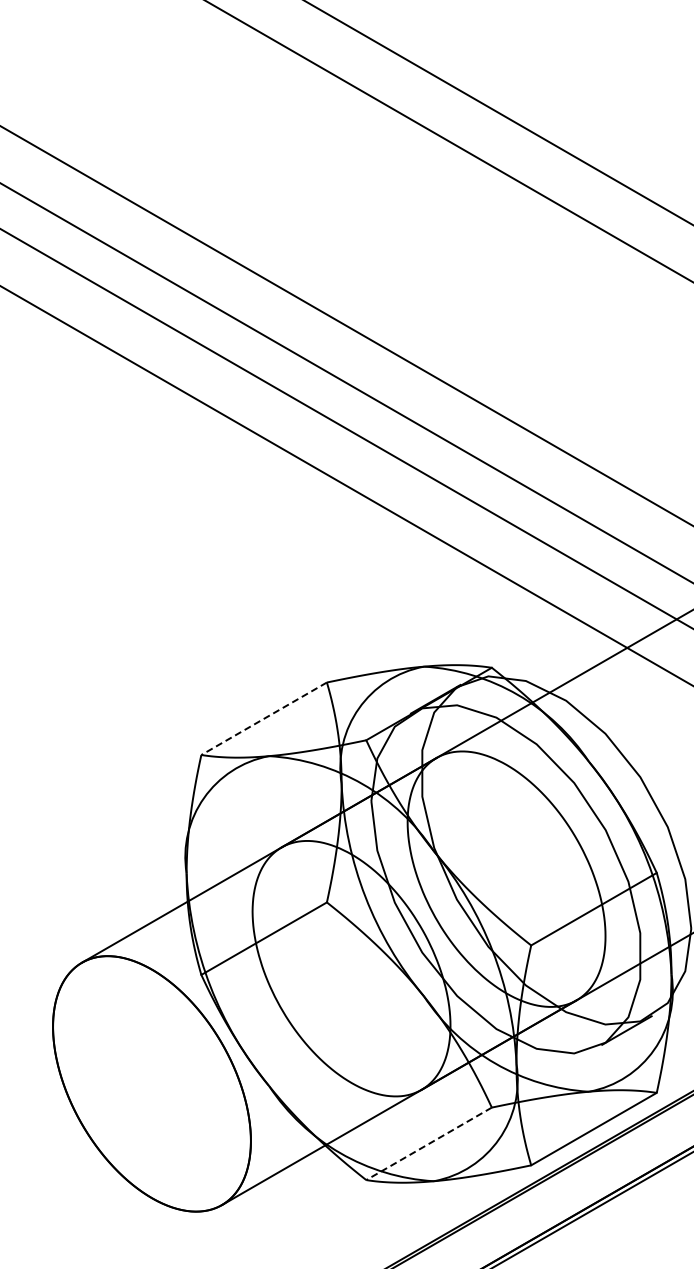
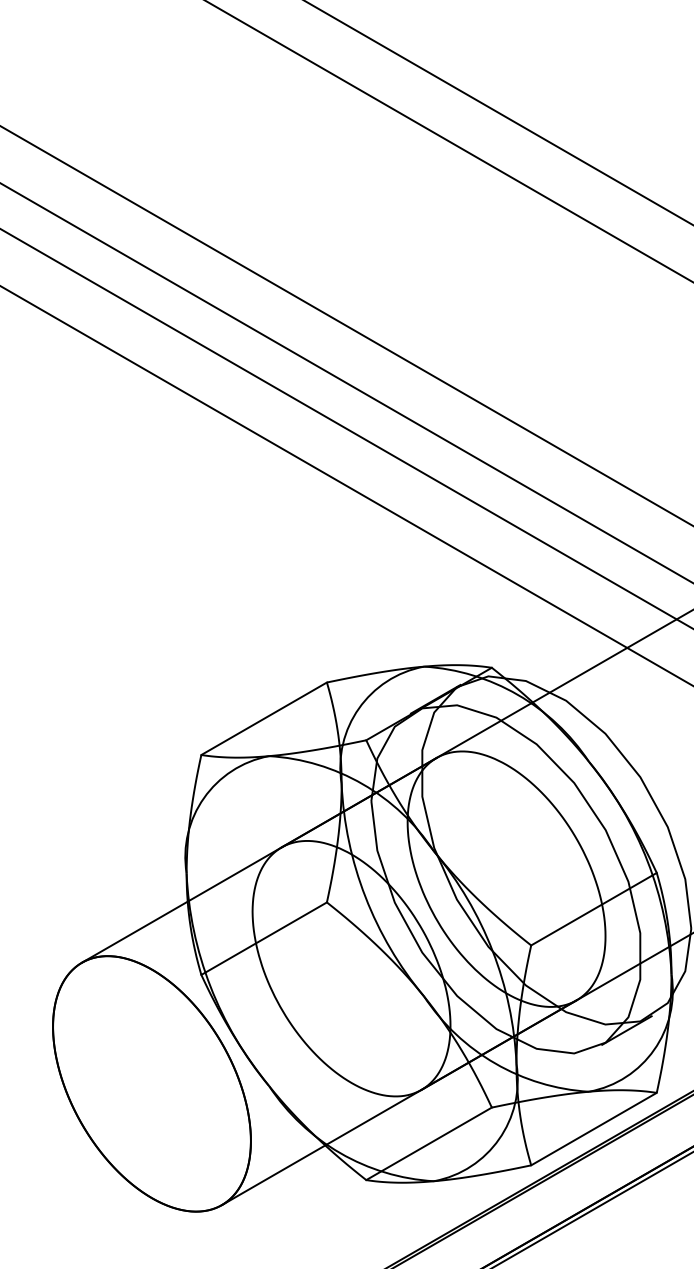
line at (263, 719): dashed -> solid
line at (428, 1144): dashed -> solid
